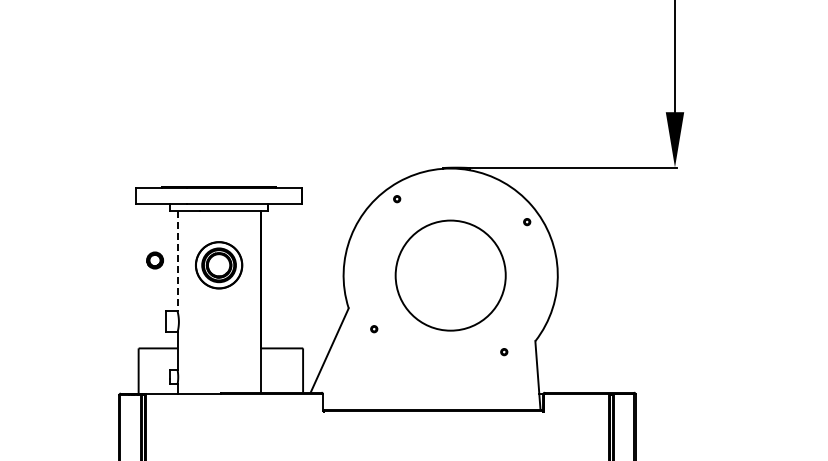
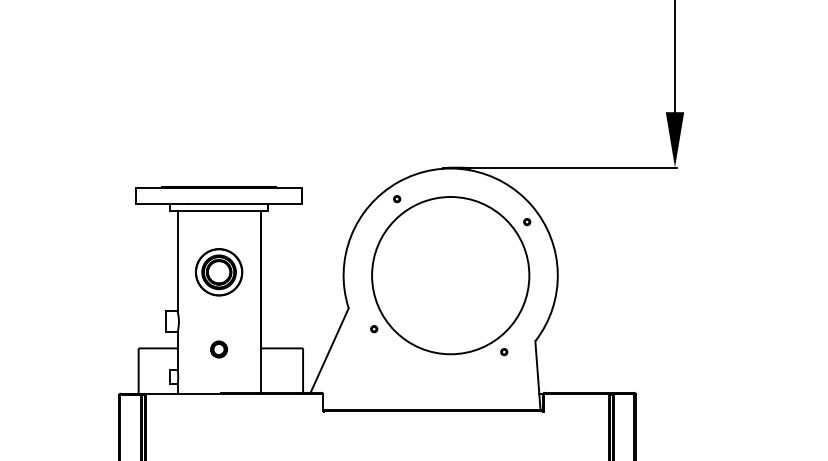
part at (154, 260) position: (154, 260) -> (218, 349)
line at (177, 261): dashed -> solid
part at (219, 265) position: (219, 265) -> (219, 272)
circle at (450, 275) diameter: 110 px -> 157 px
